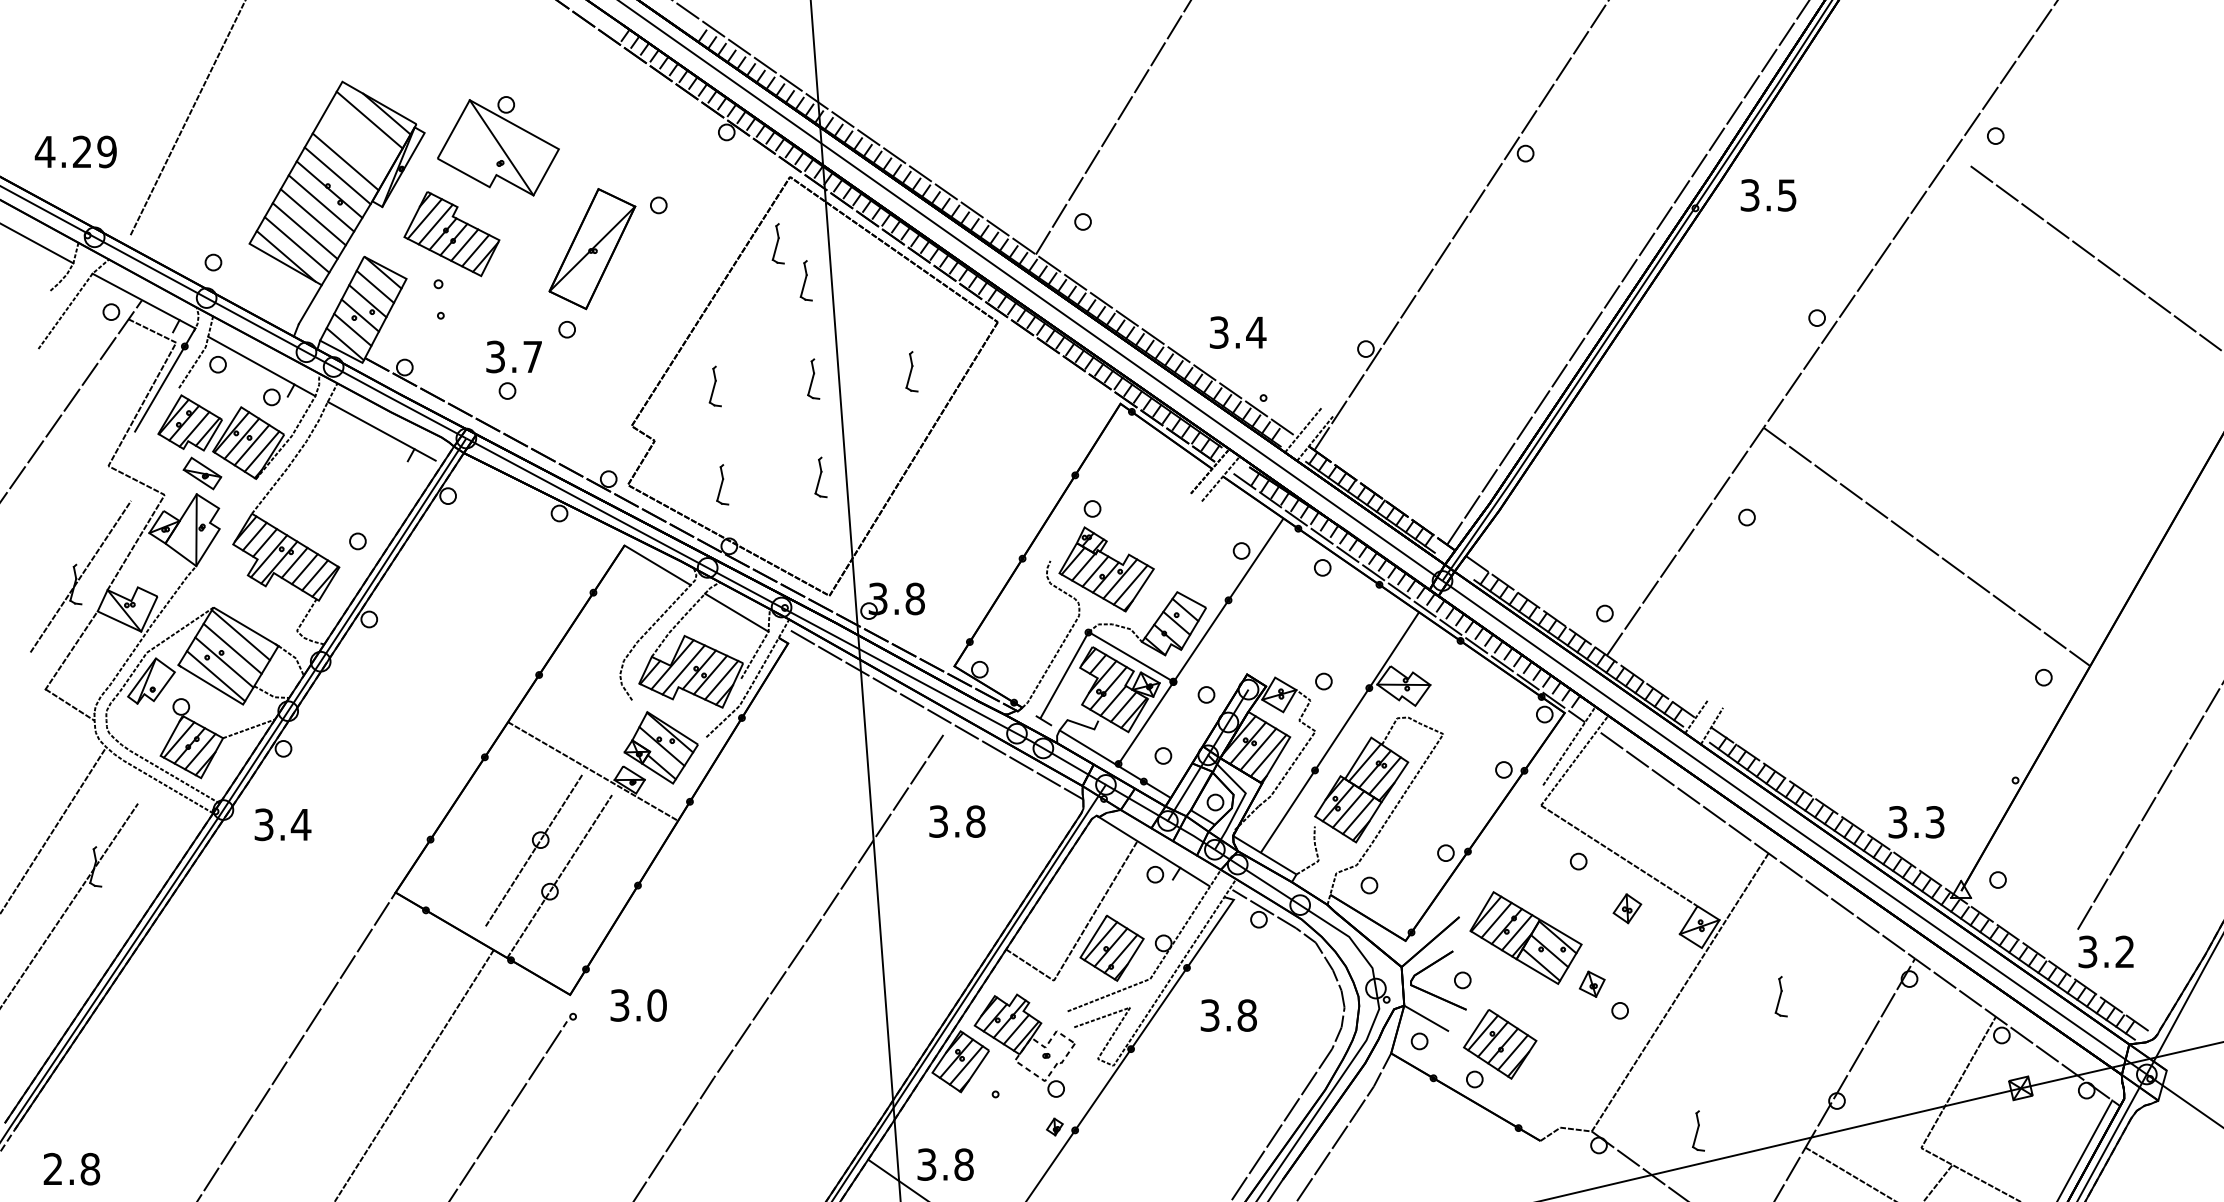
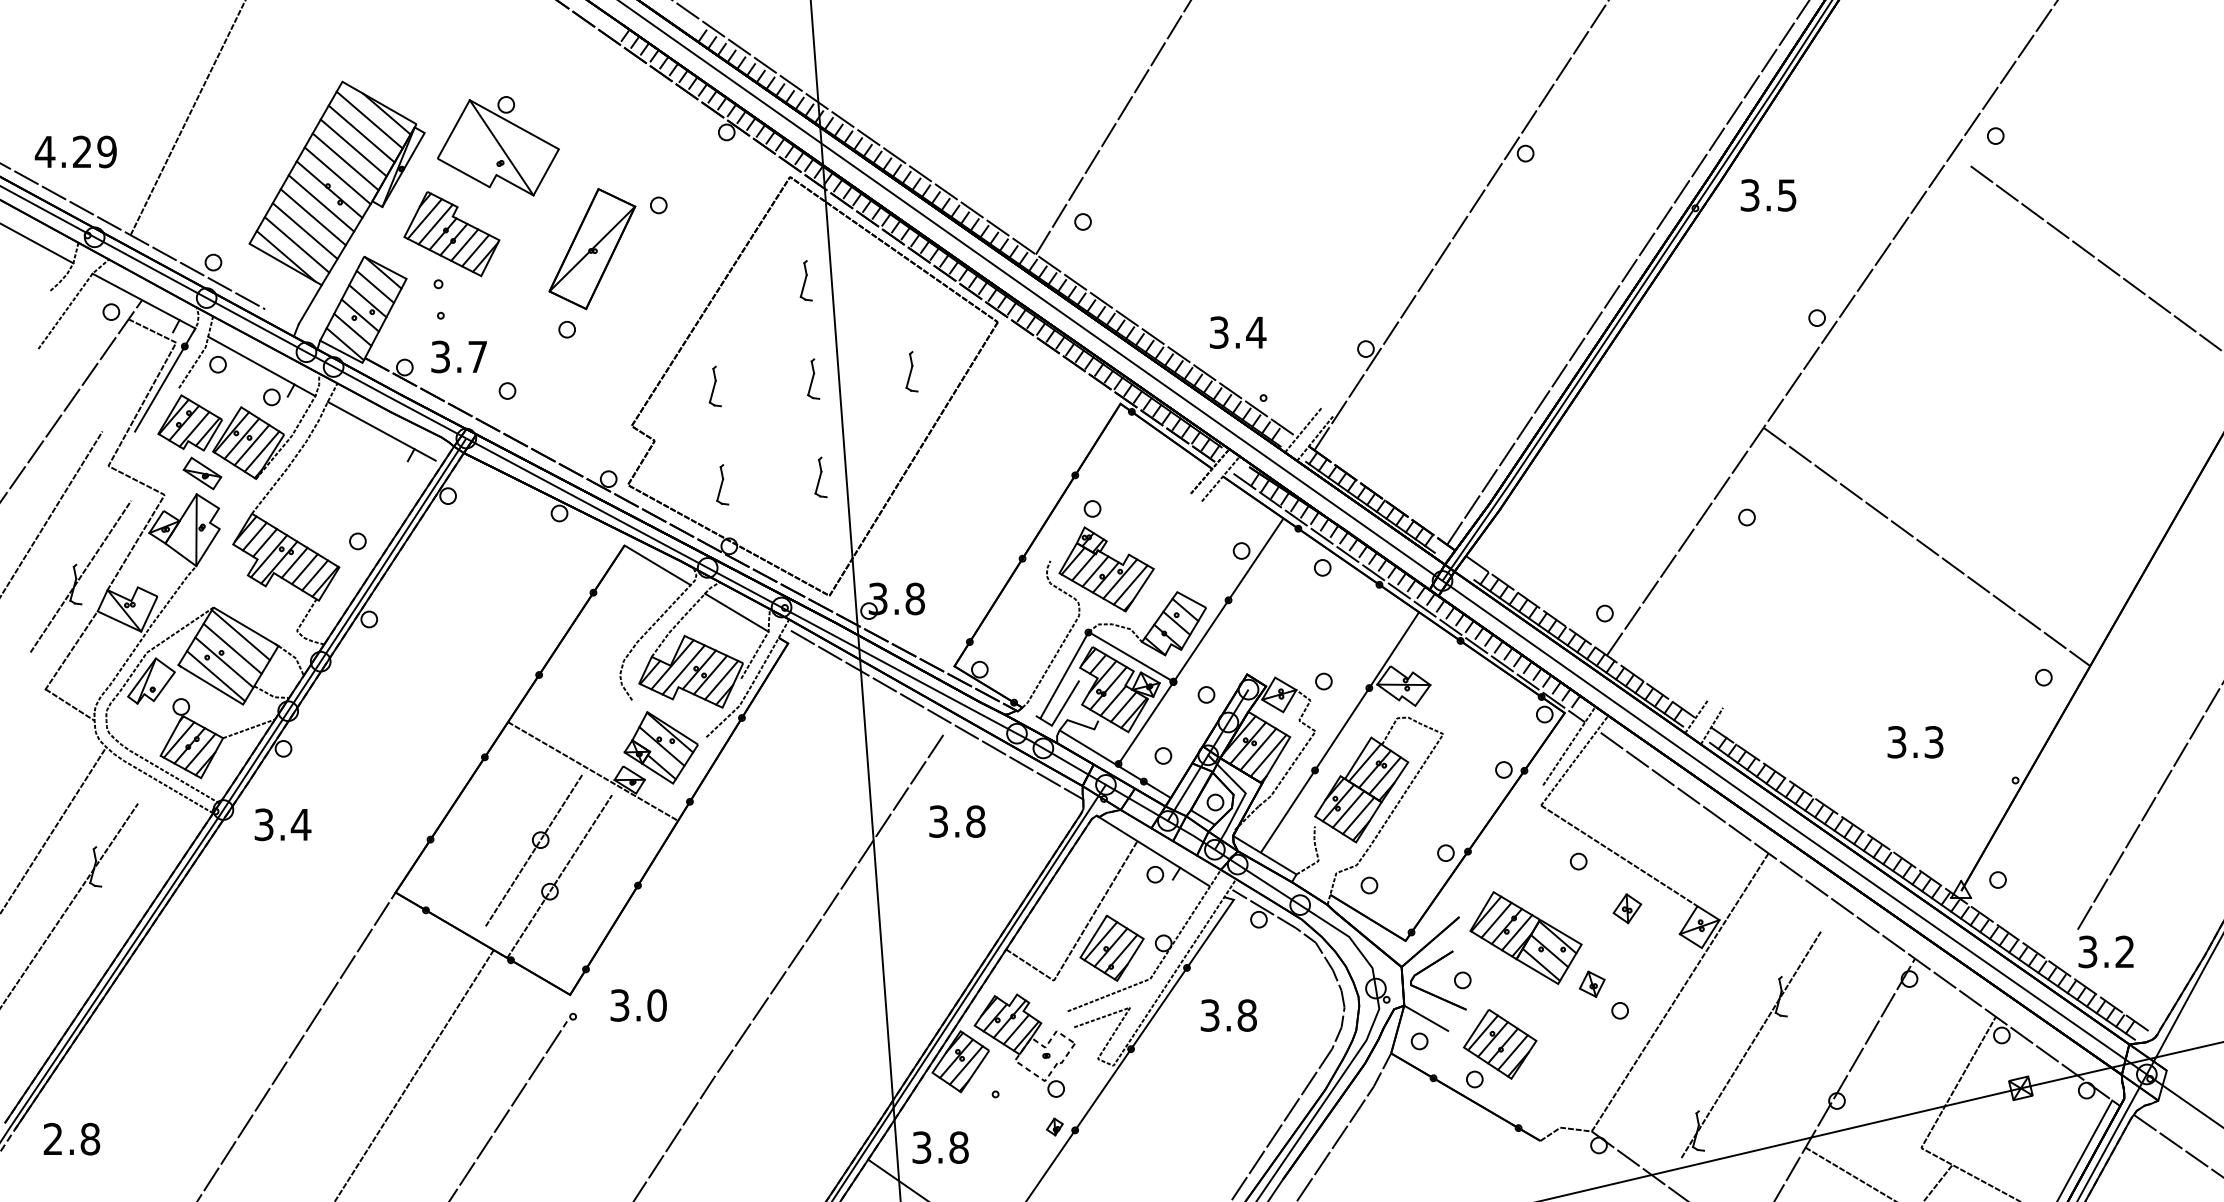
line at (361, 133): none -> present
line at (353, 147): none -> present
line at (133, 236): none -> present
part at (777, 243): present -> none
text at (513, 356) position: (513, 356) -> (458, 356)
line at (52, 512): none -> present
line at (1064, 703): none -> present
text at (1916, 822) position: (1916, 822) -> (1915, 742)
line at (1750, 1044): none -> present
line at (2176, 1144): none -> present
text at (945, 1164) position: (945, 1164) -> (940, 1147)
text at (71, 1168) position: (71, 1168) -> (71, 1138)
